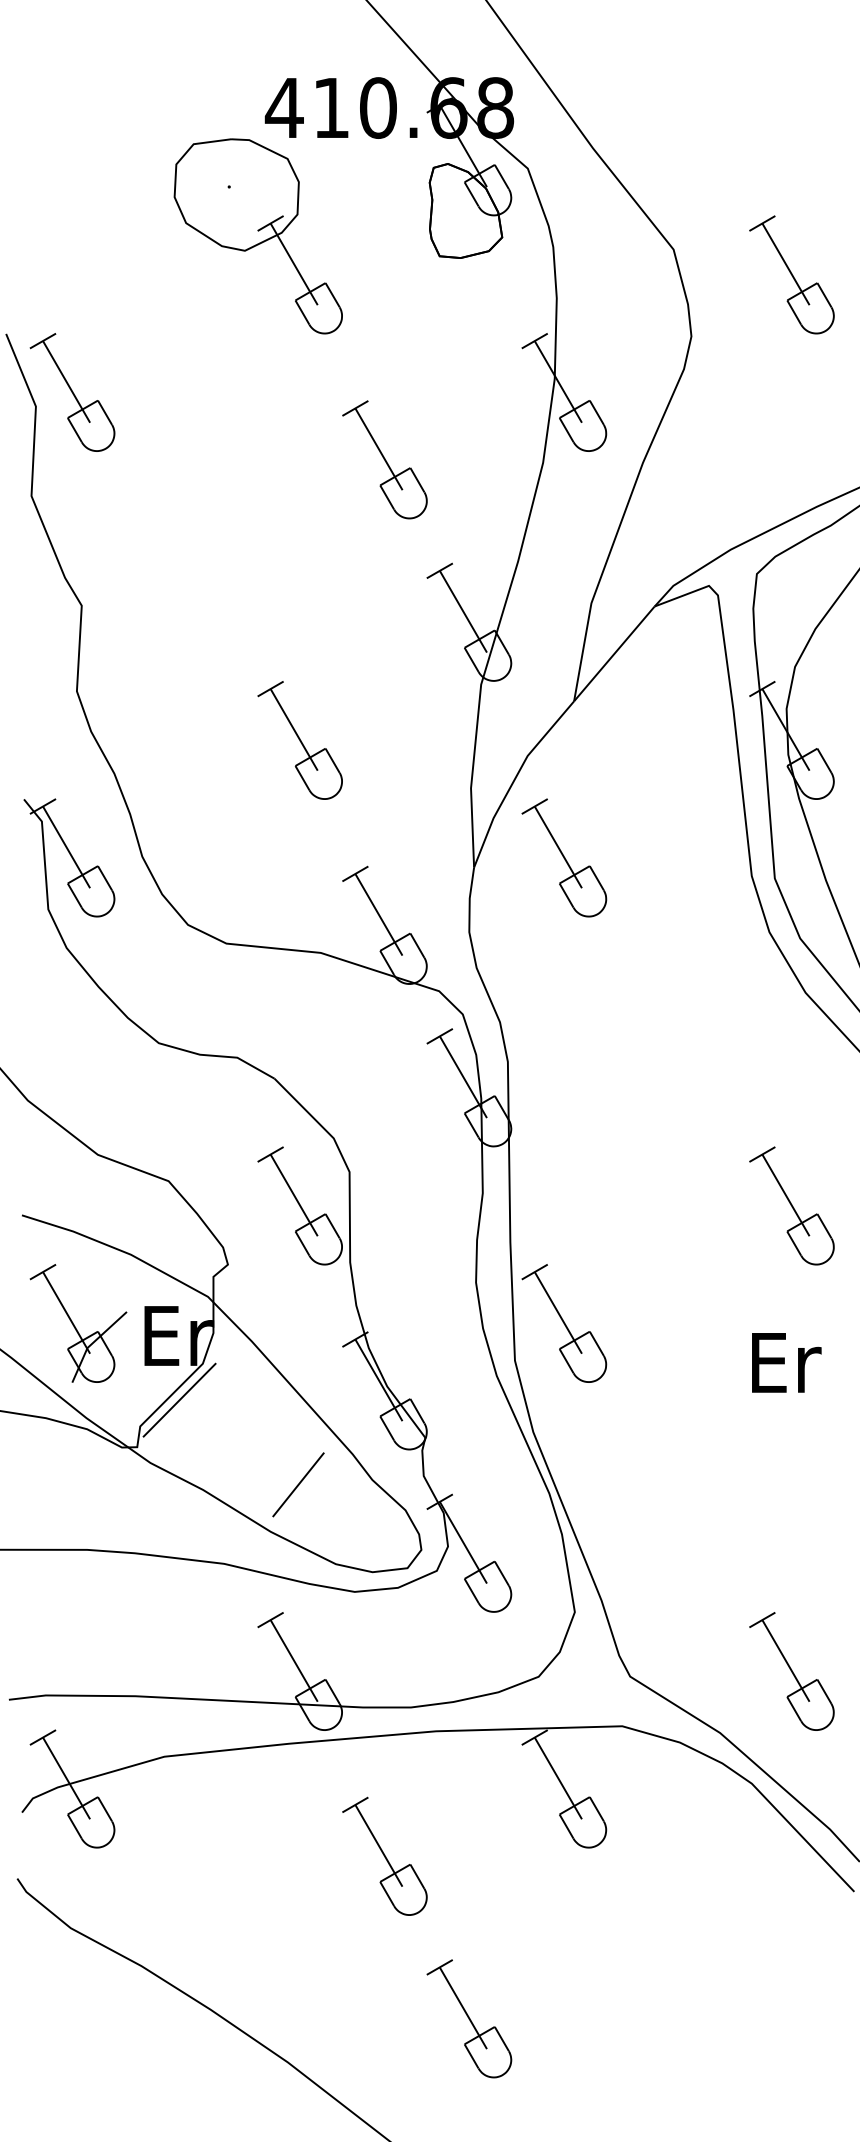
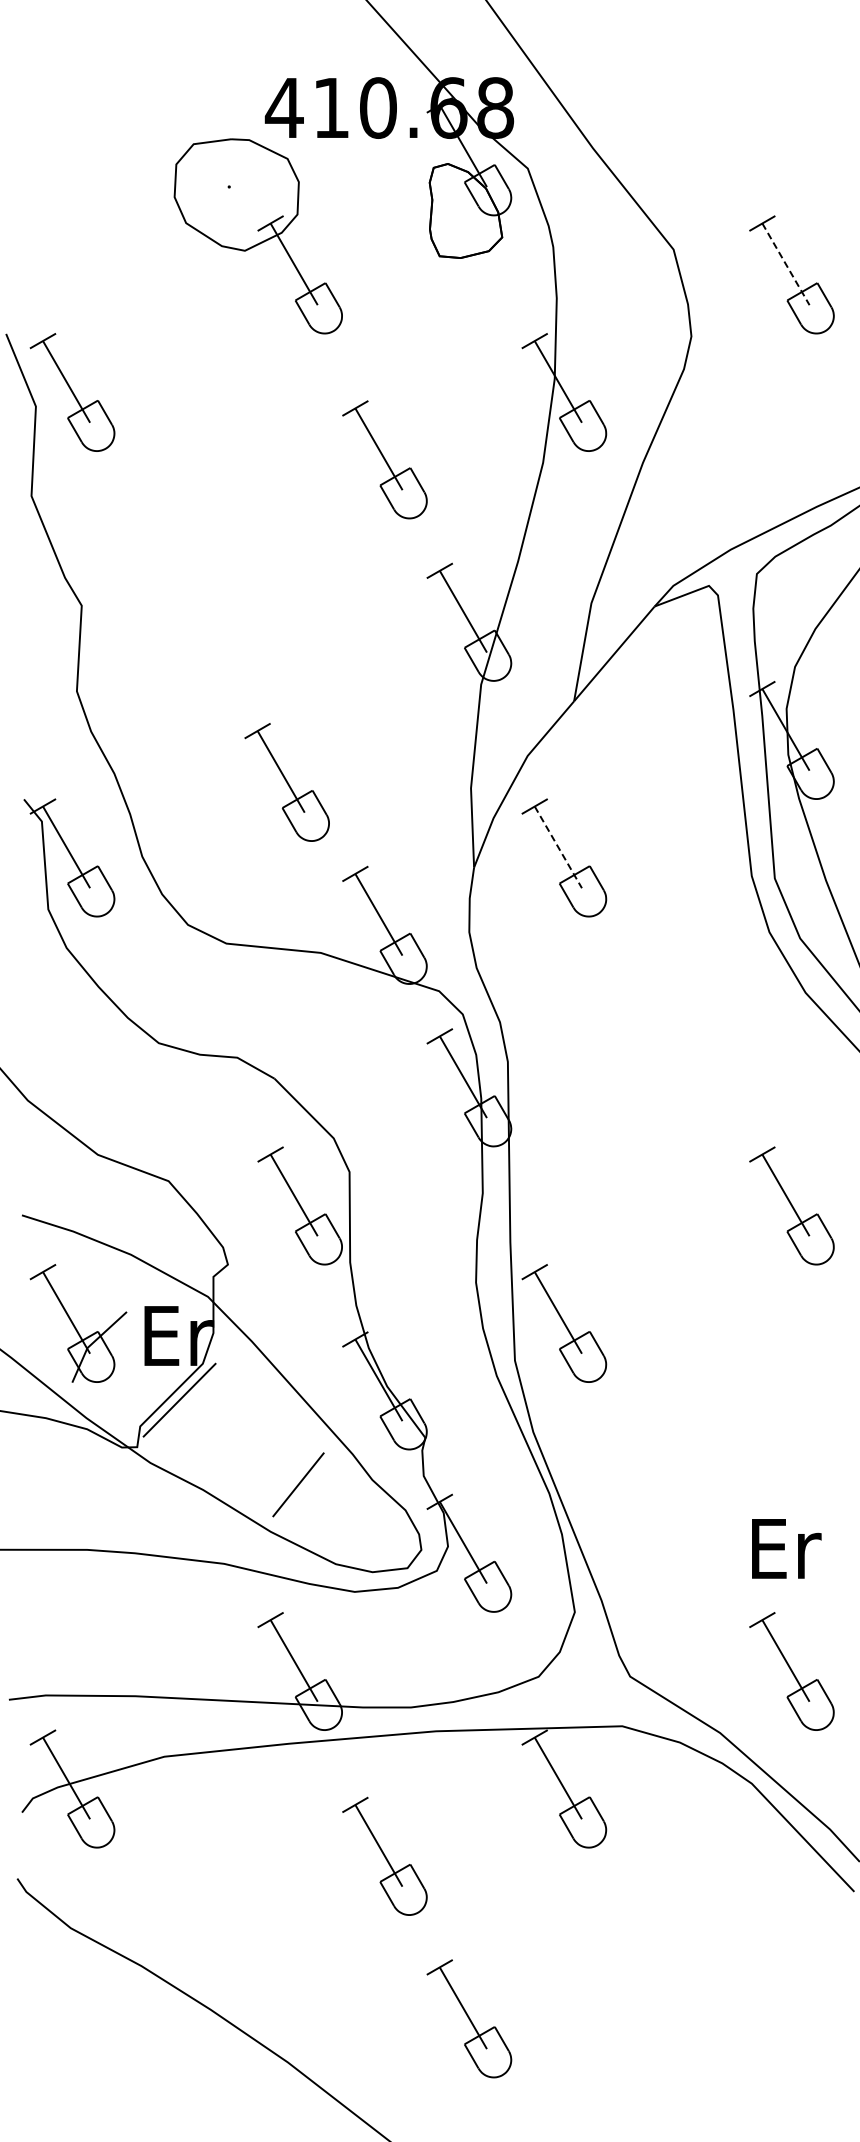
line at (786, 264): solid -> dashed
part at (299, 740) position: (299, 740) -> (286, 782)
line at (558, 847): solid -> dashed
text at (786, 1362) position: (786, 1362) -> (786, 1548)
